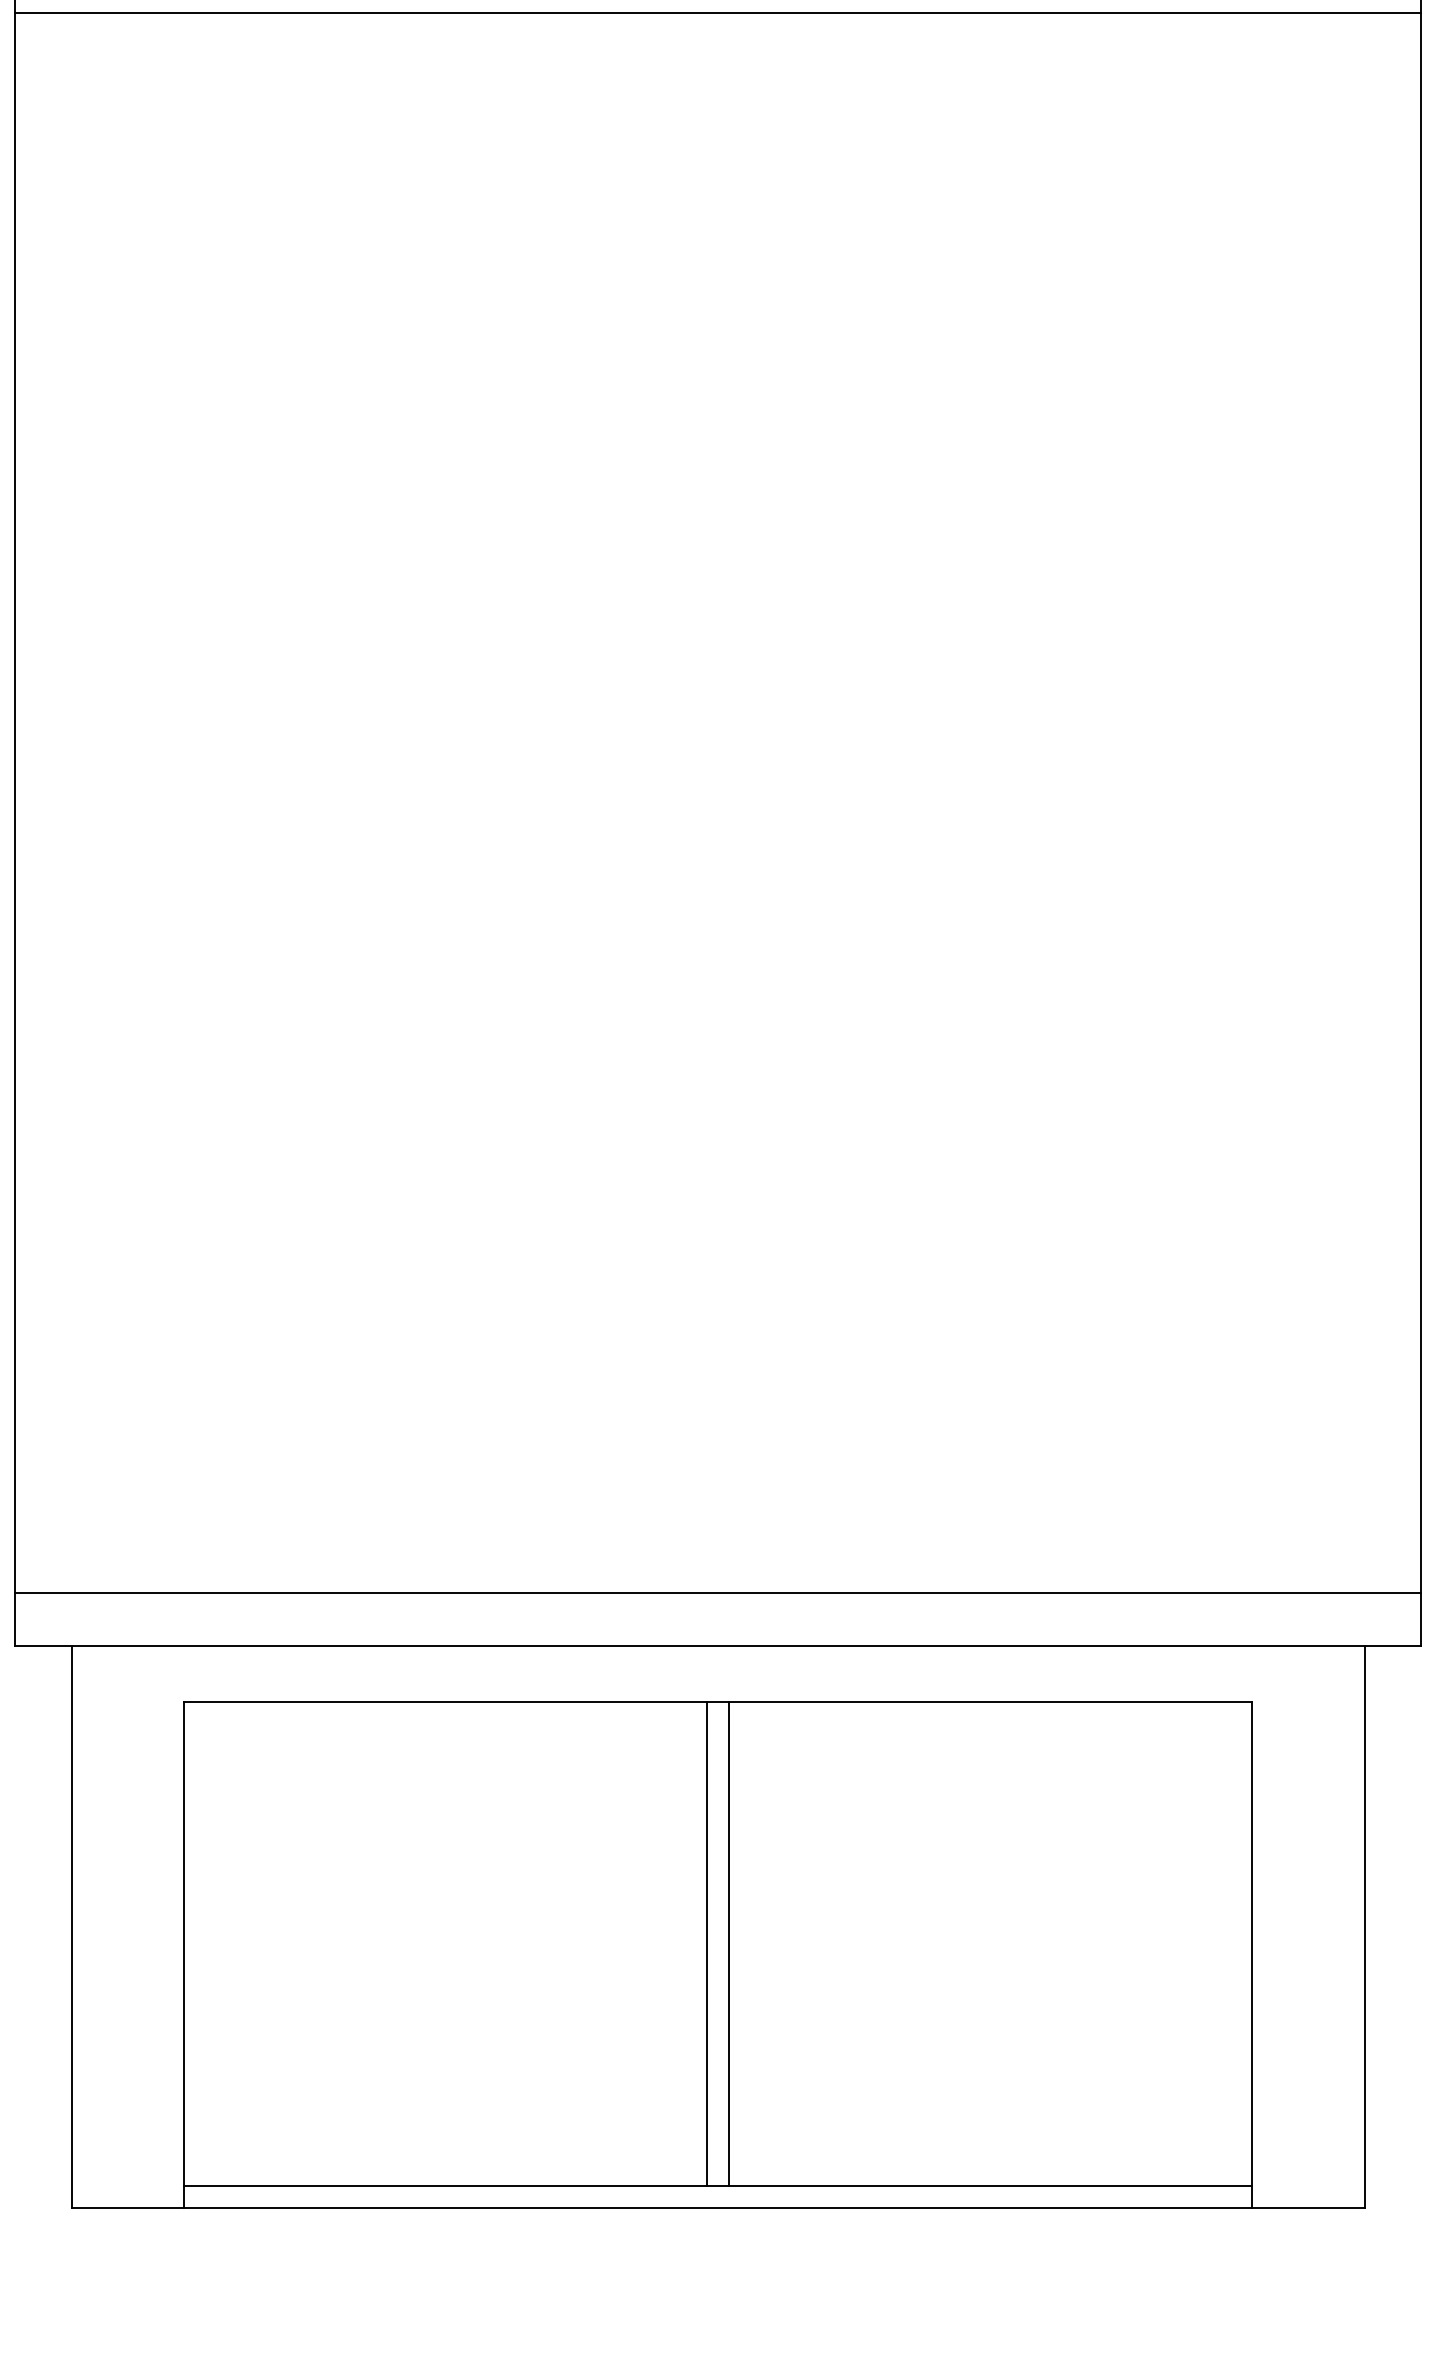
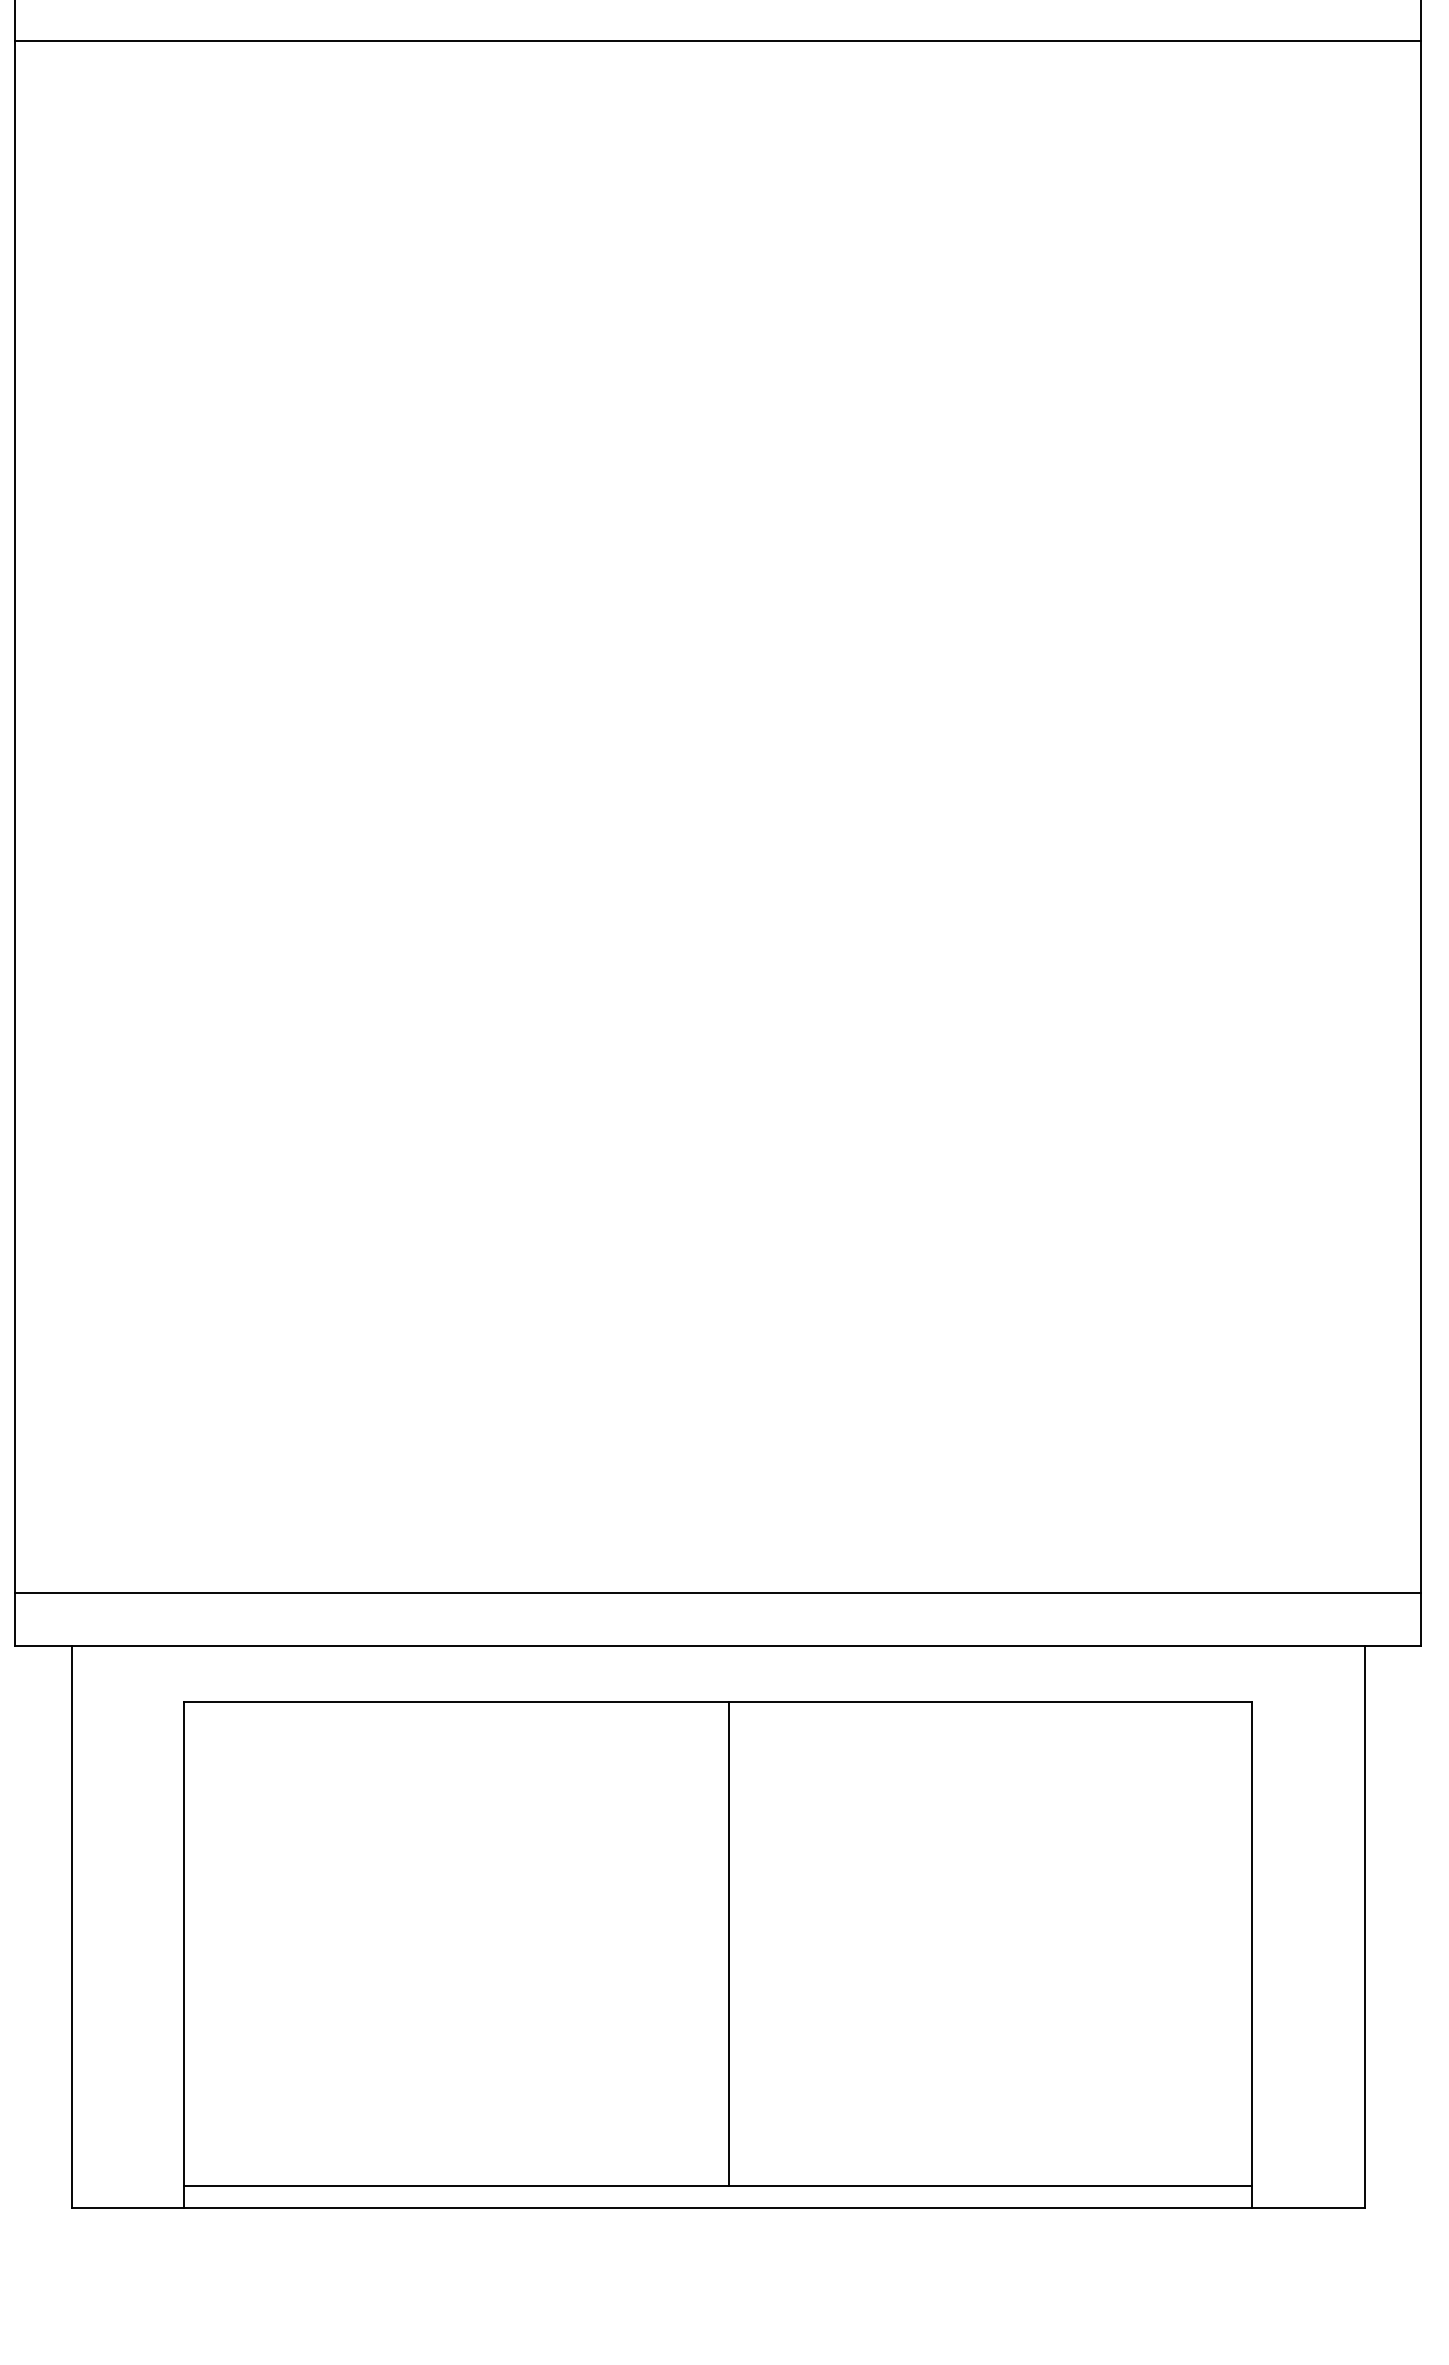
line at (717, 12) position: (717, 12) -> (717, 40)
line at (706, 1943): present -> none
